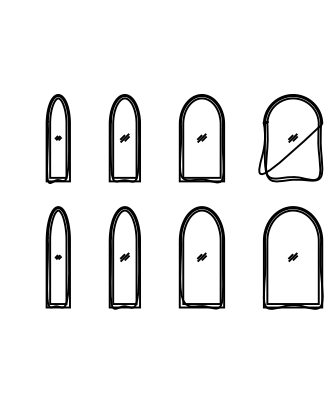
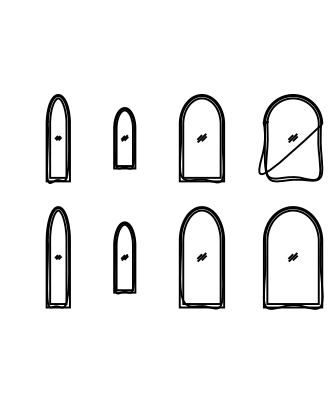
part at (124, 138) size: 33x89 px -> 24x63 px
part at (124, 257) size: 33x104 px -> 24x74 px
